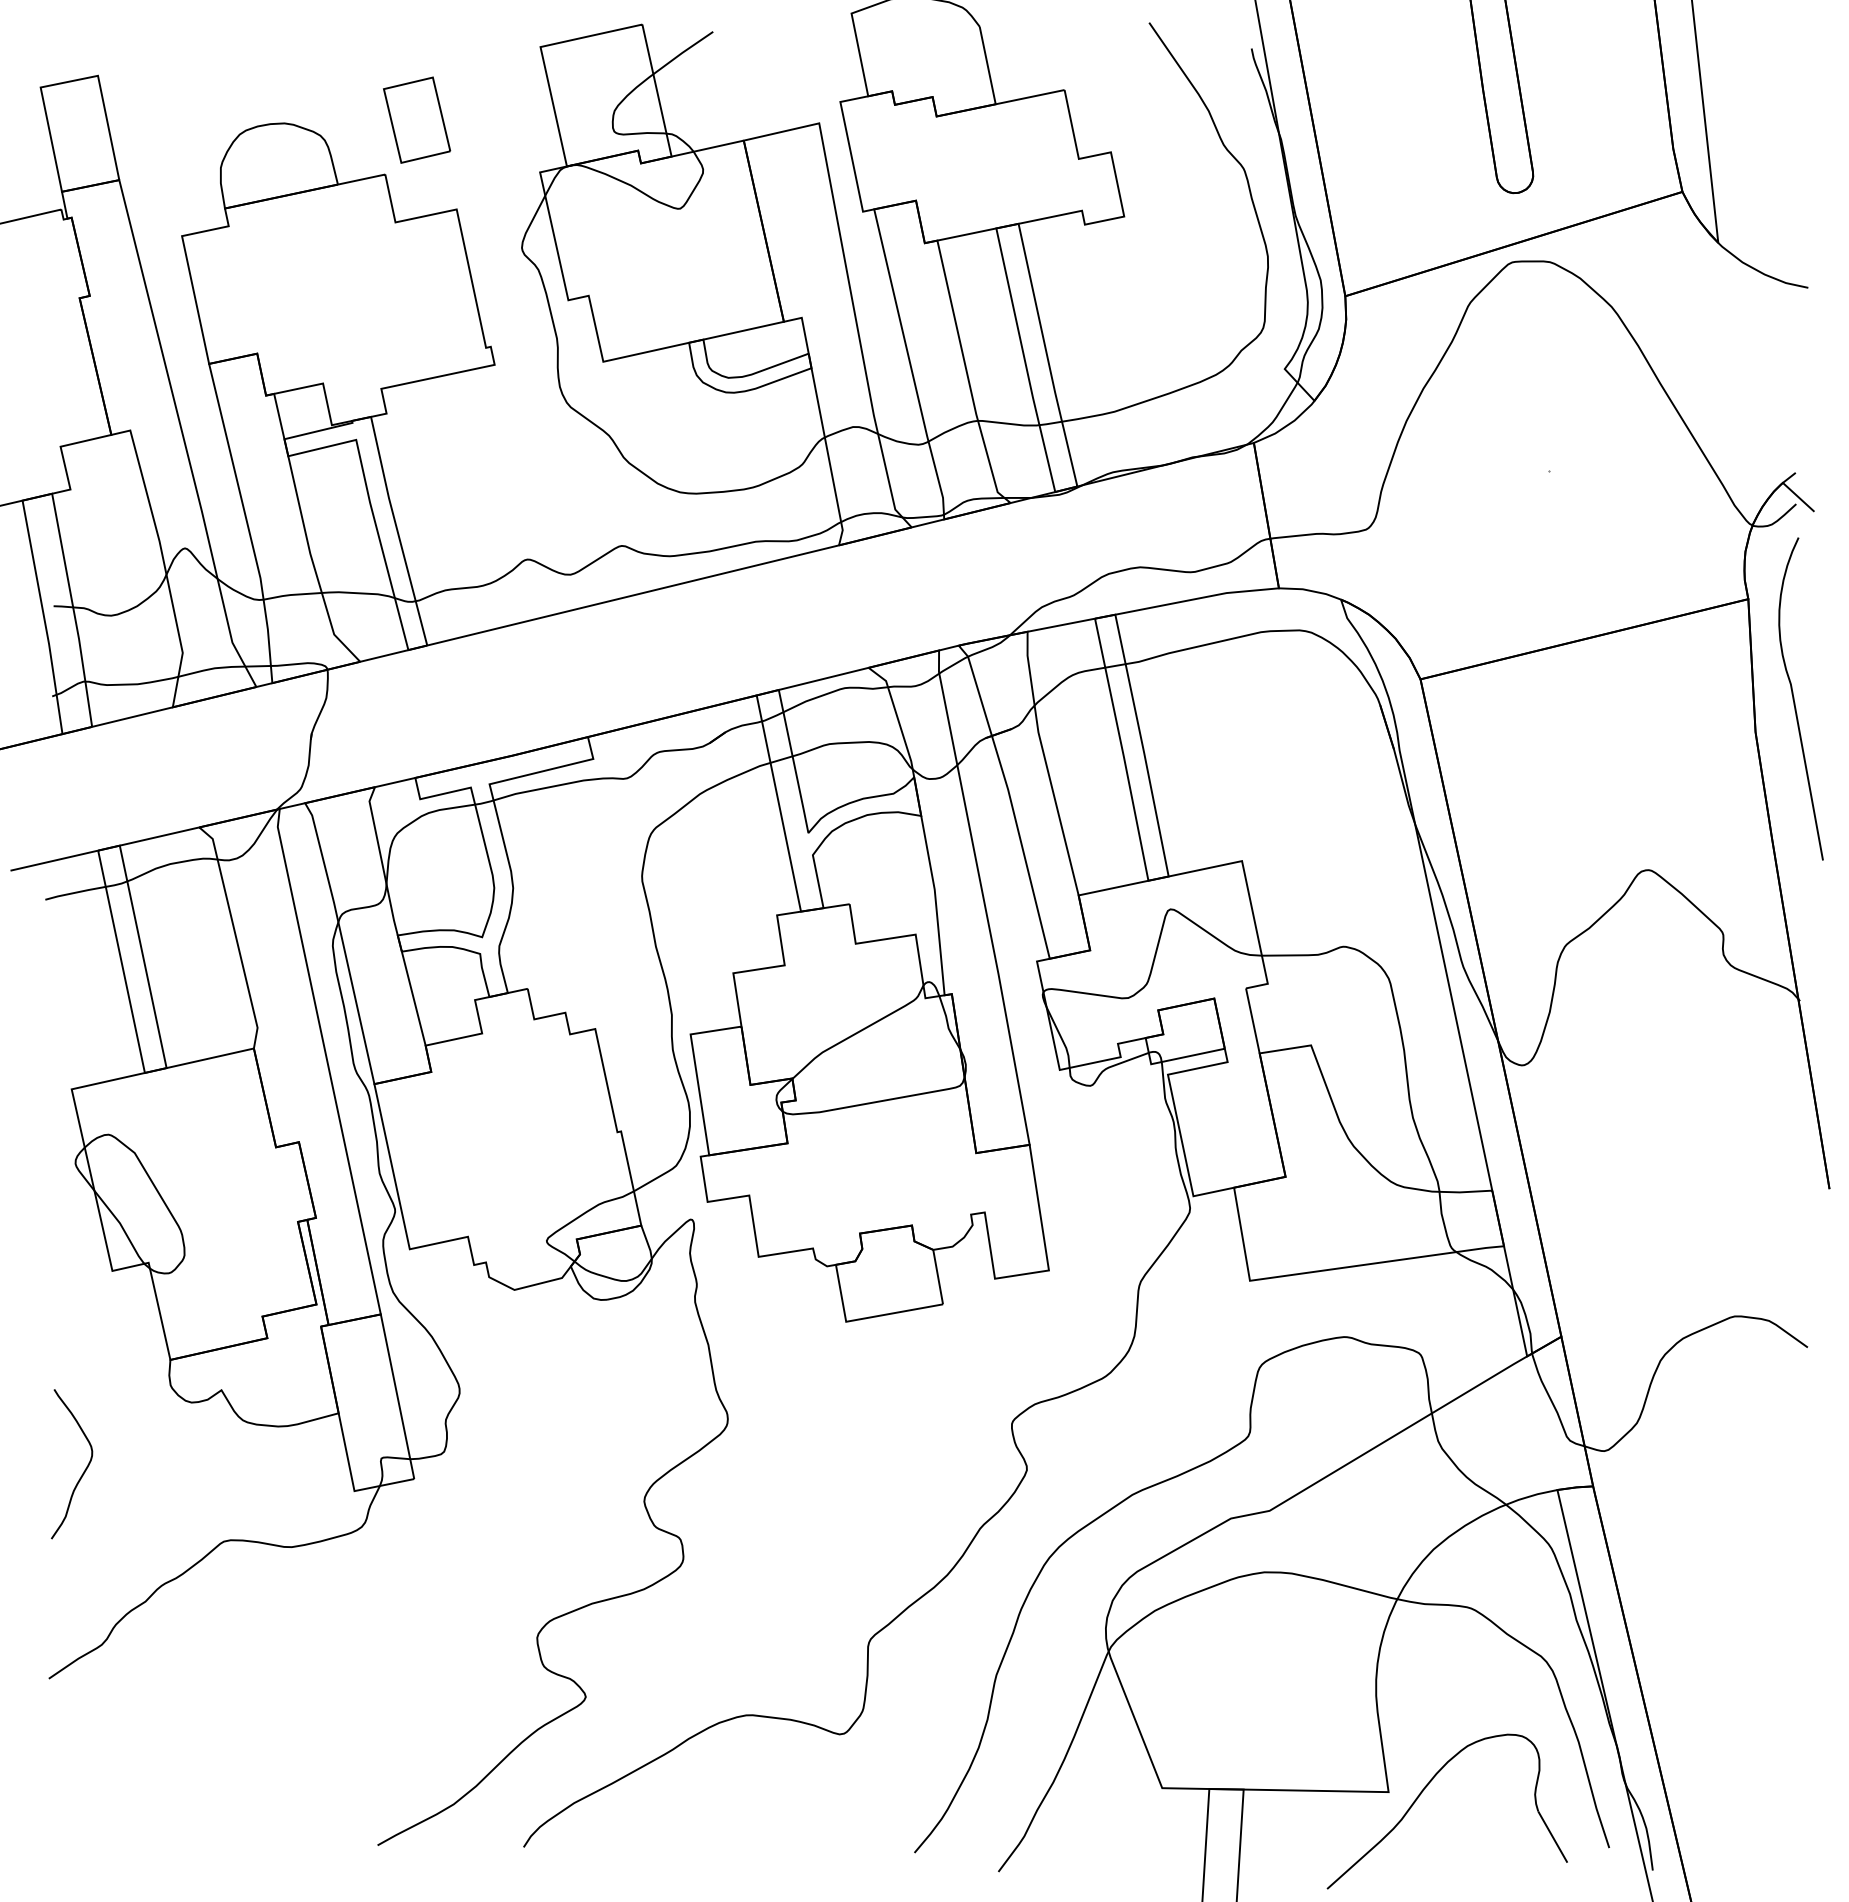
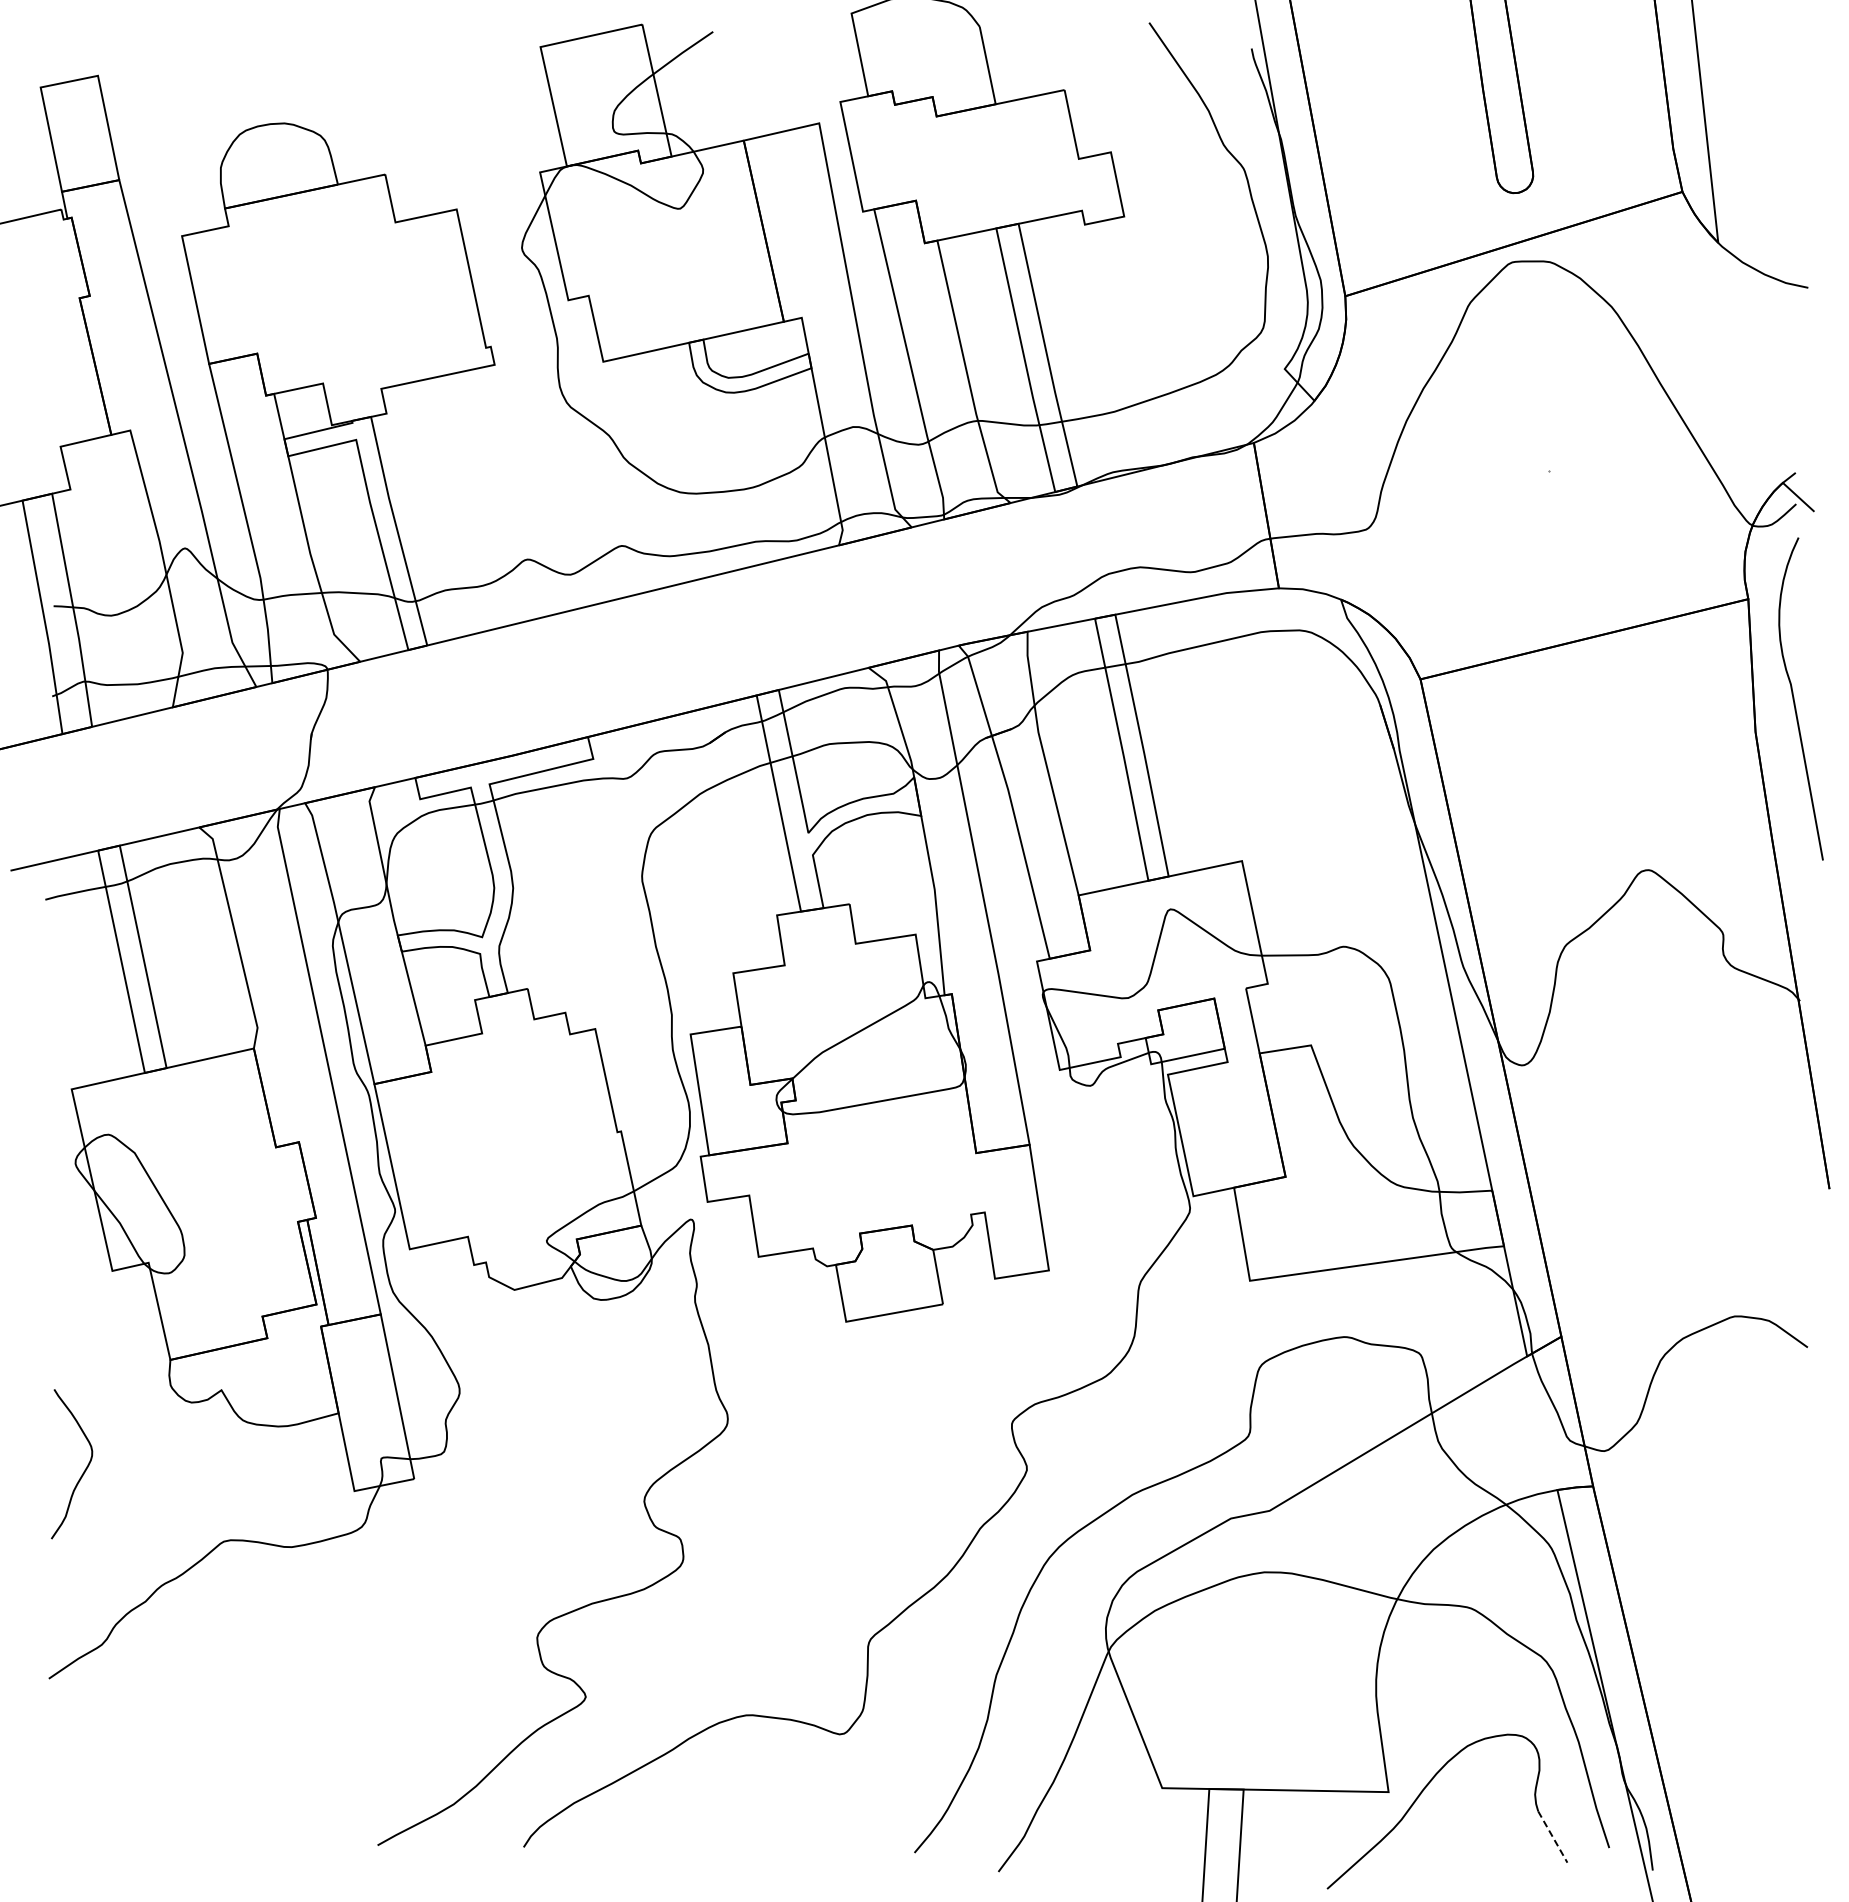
part at (417, 119): present -> none
line at (1552, 1837): solid -> dashed
